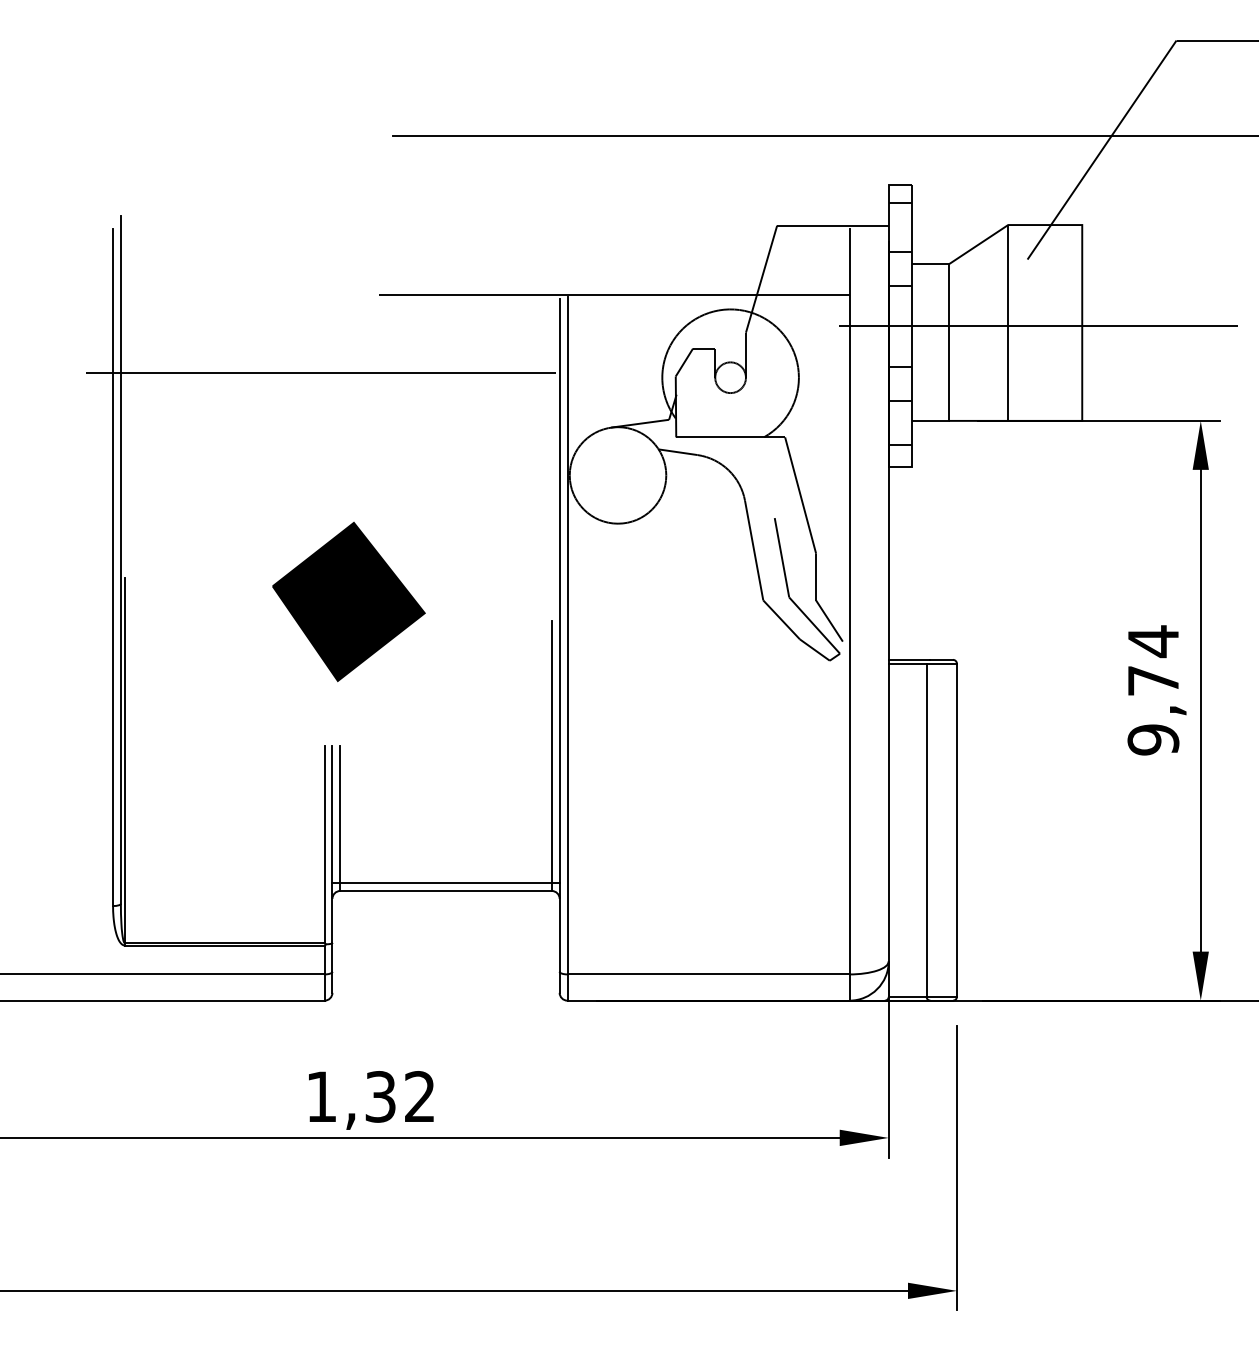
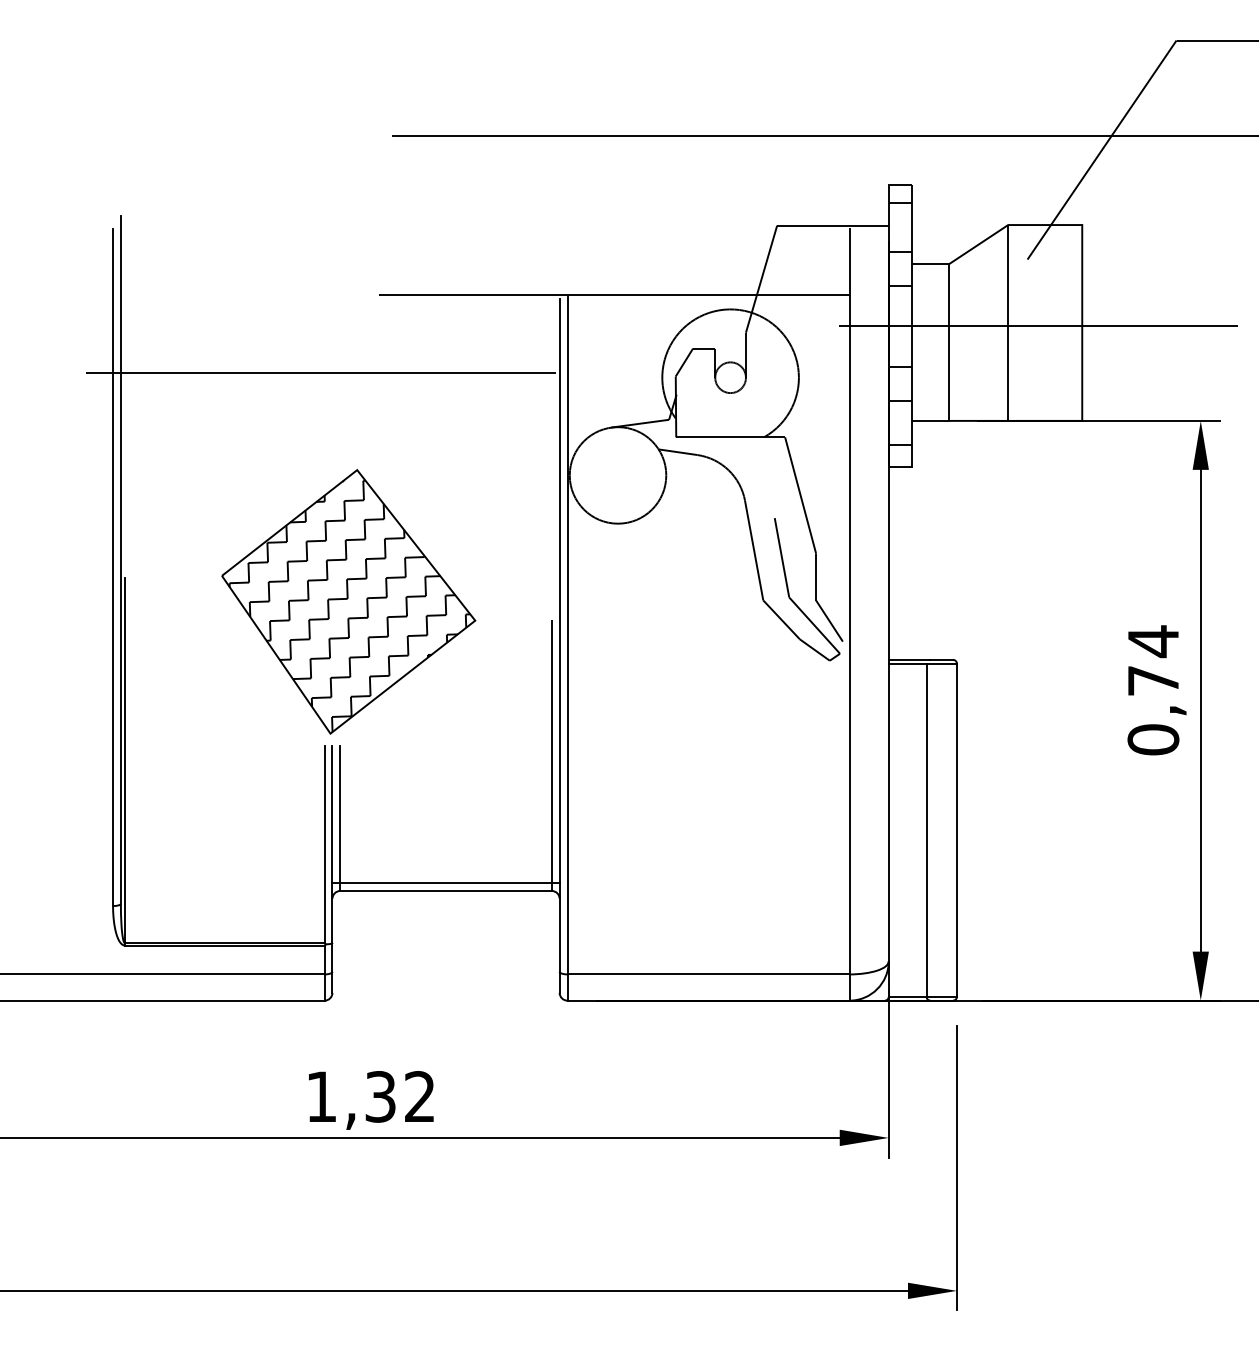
part at (348, 601) size: 154x162 px -> 256x266 px
text at (1153, 739): 9,74 -> 0,74
